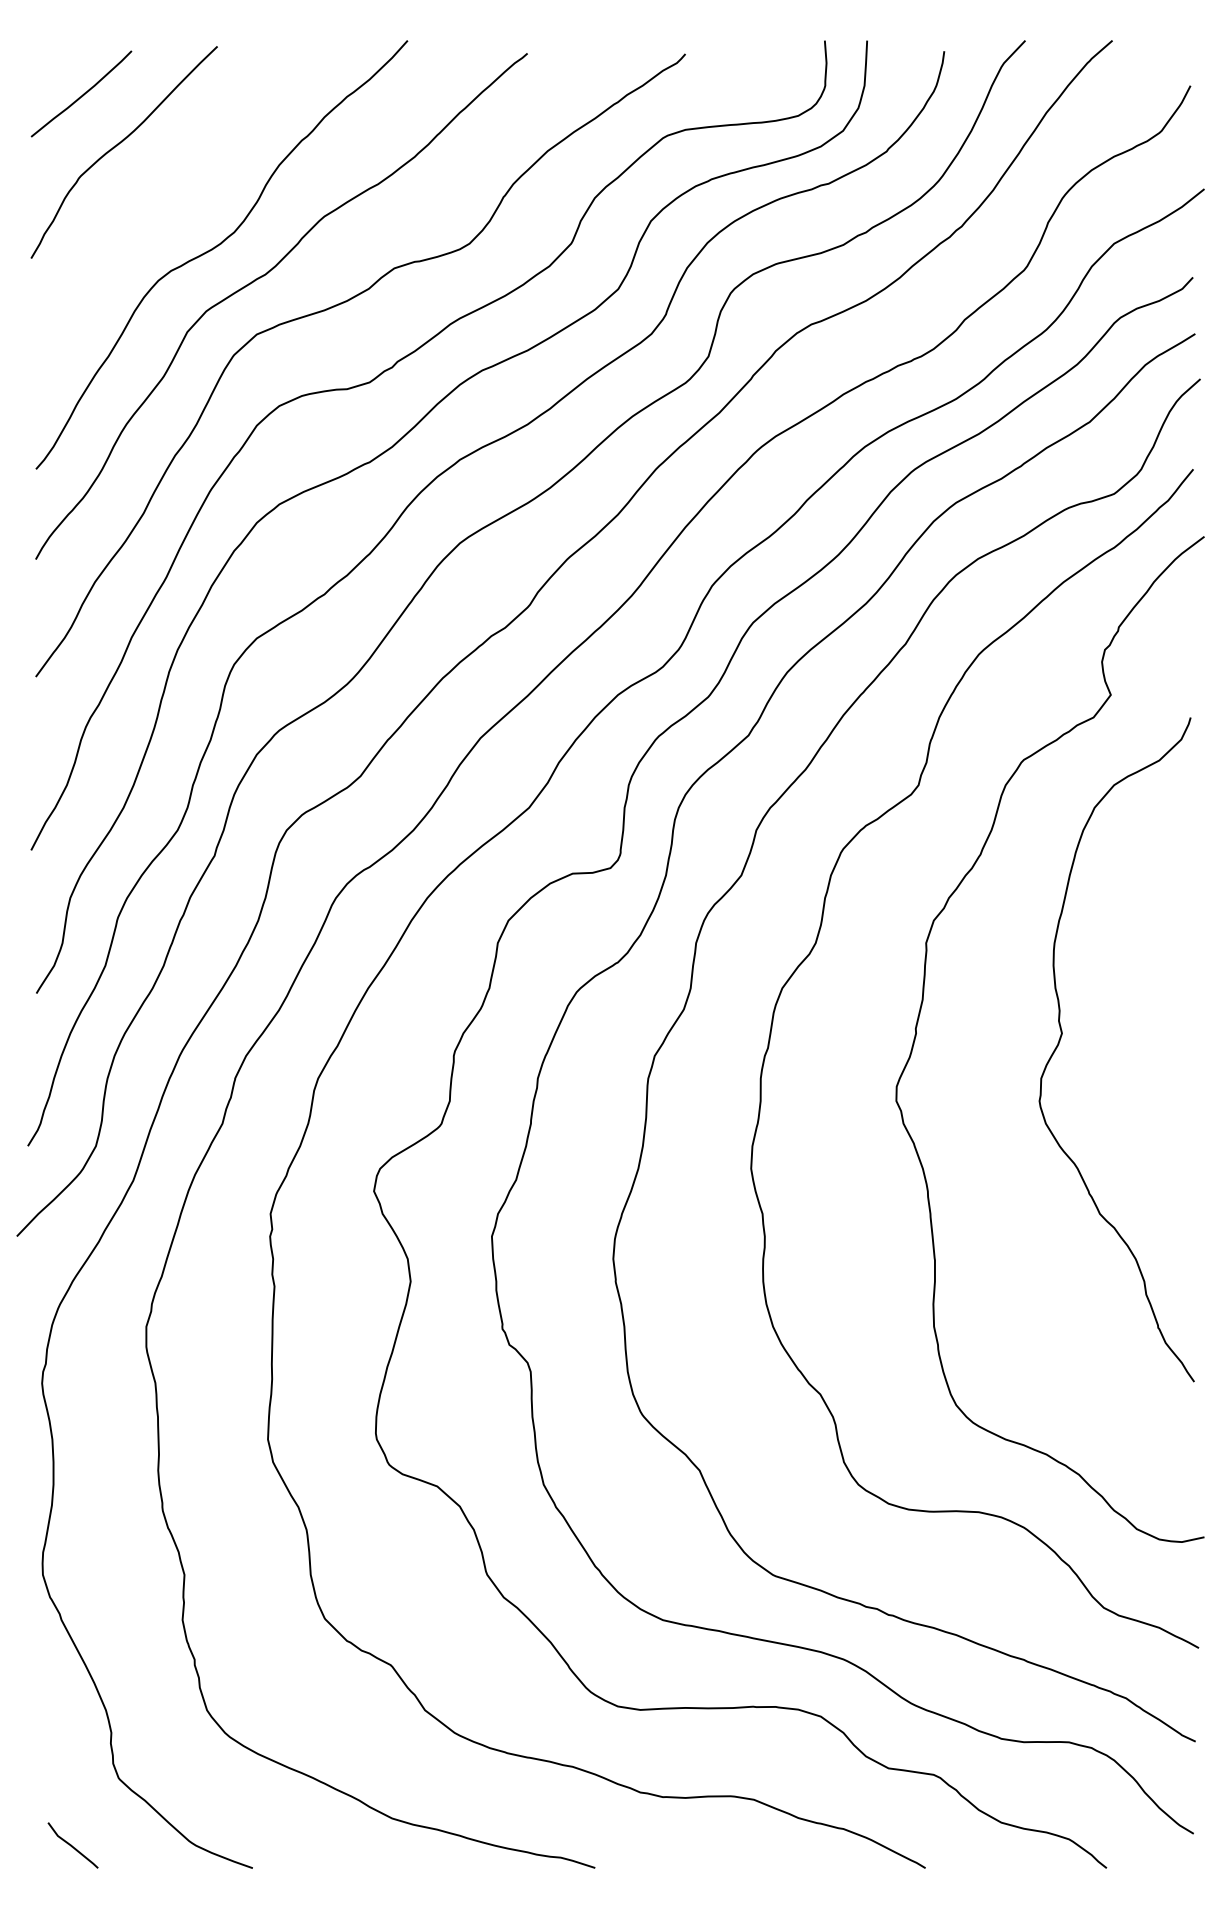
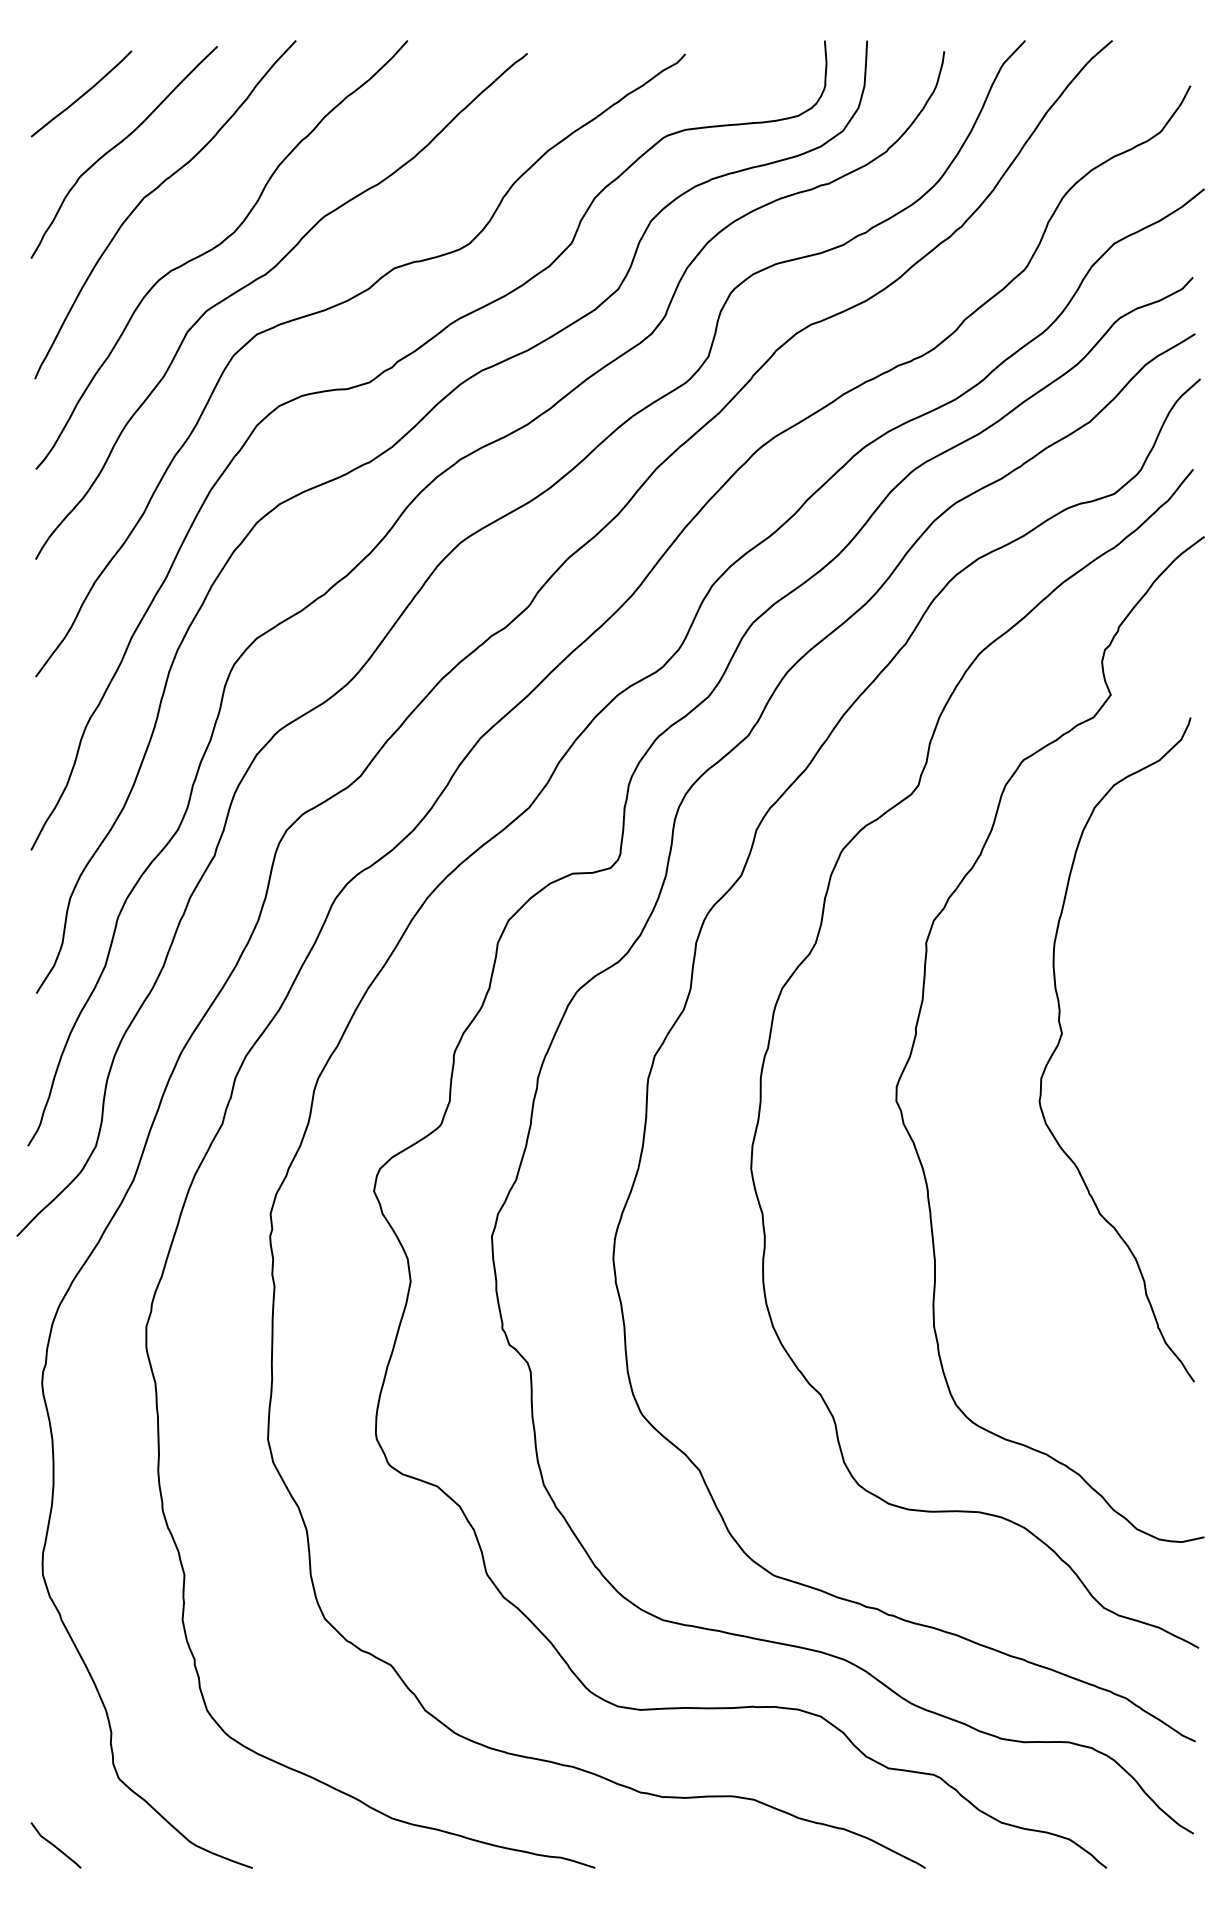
curve at (154, 191): none -> present
line at (72, 1845) position: (72, 1845) -> (55, 1845)
